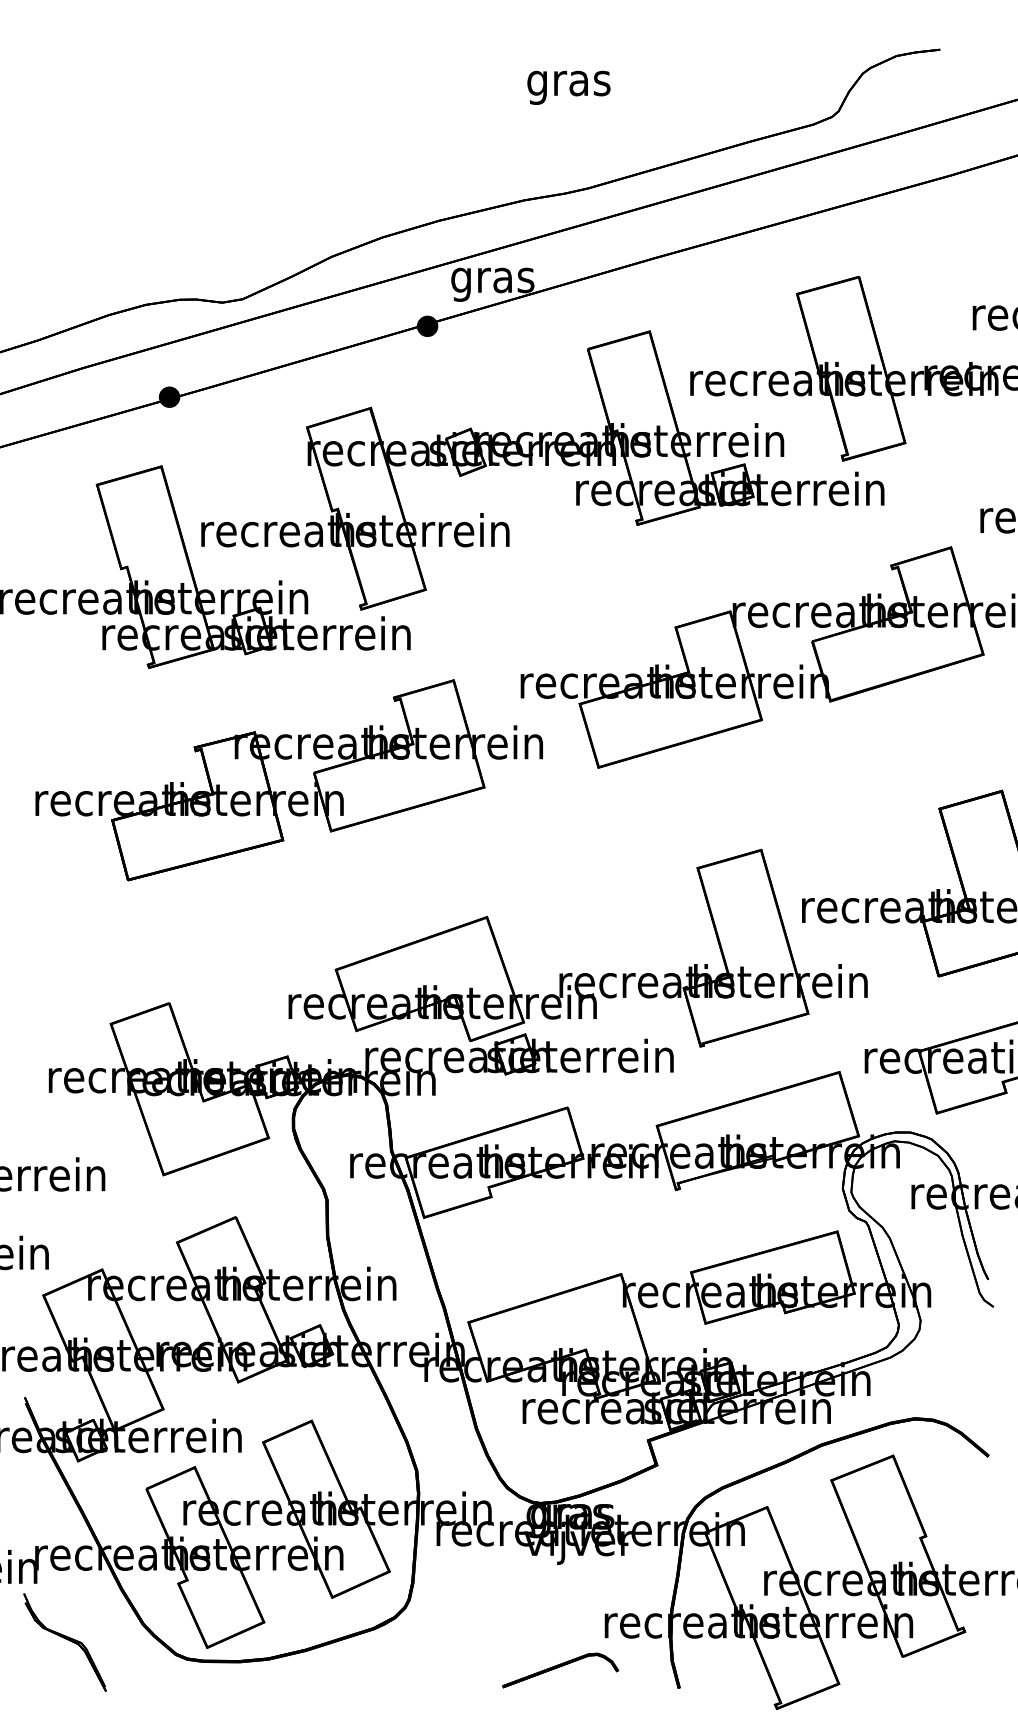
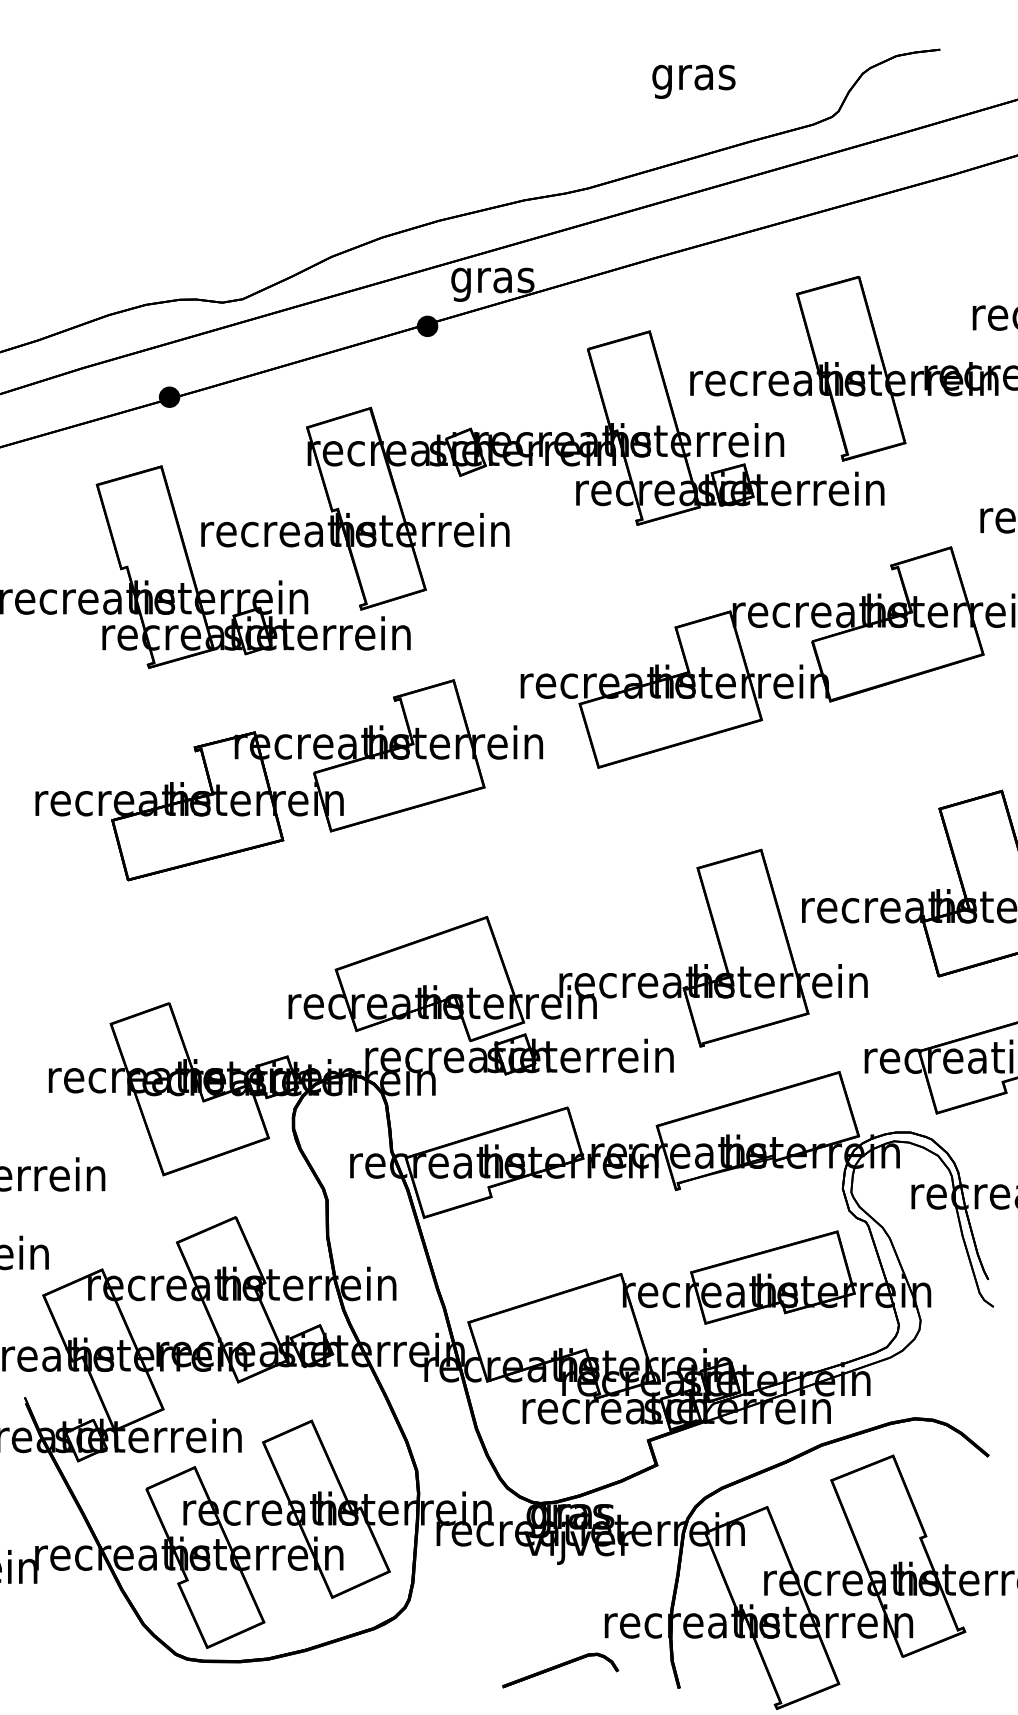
text at (568, 87) position: (568, 87) -> (693, 81)
part at (64, 1642): present -> none
